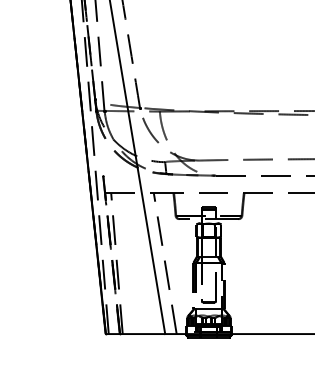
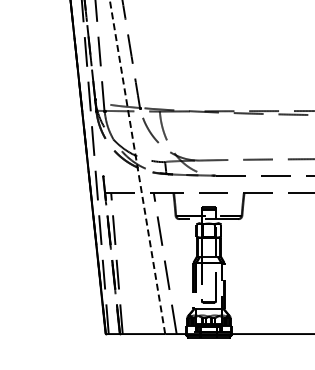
line at (137, 167): solid -> dashed
